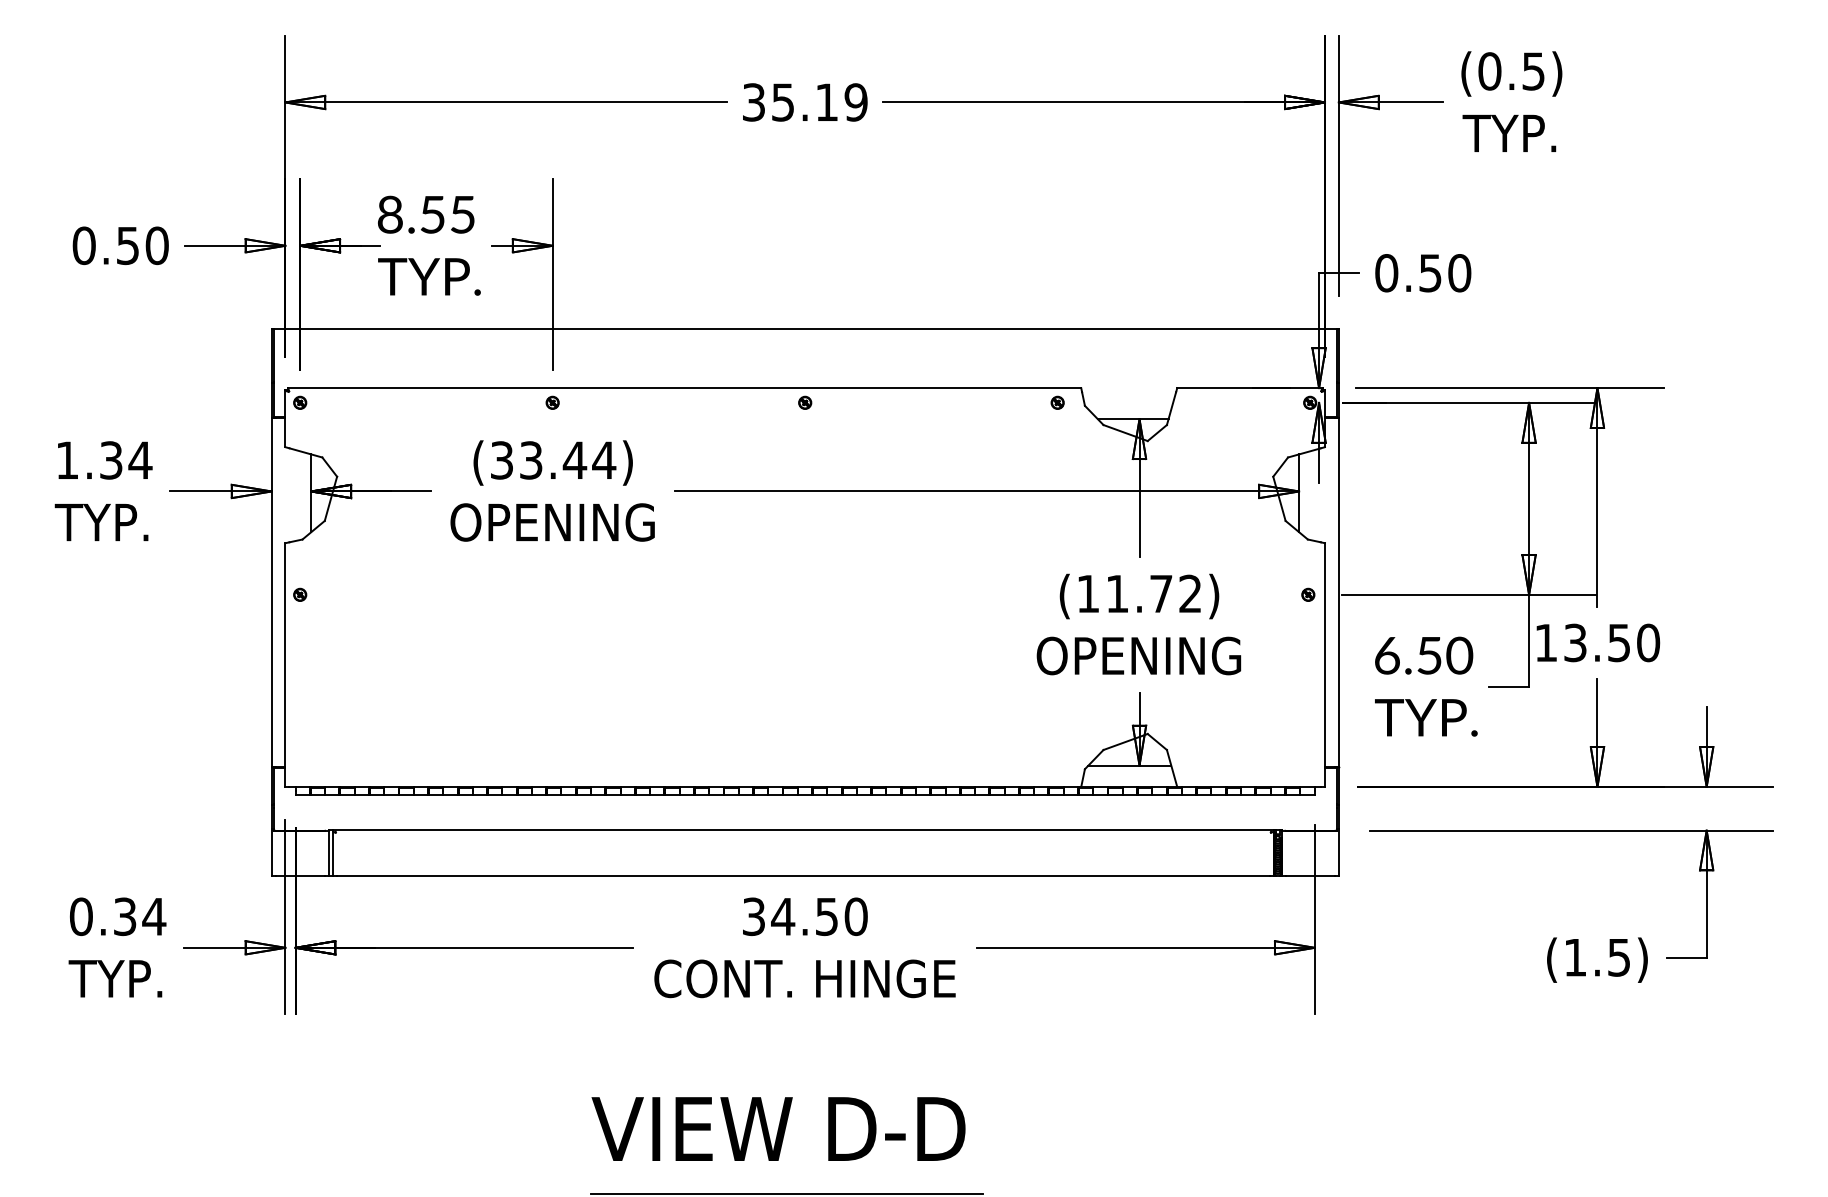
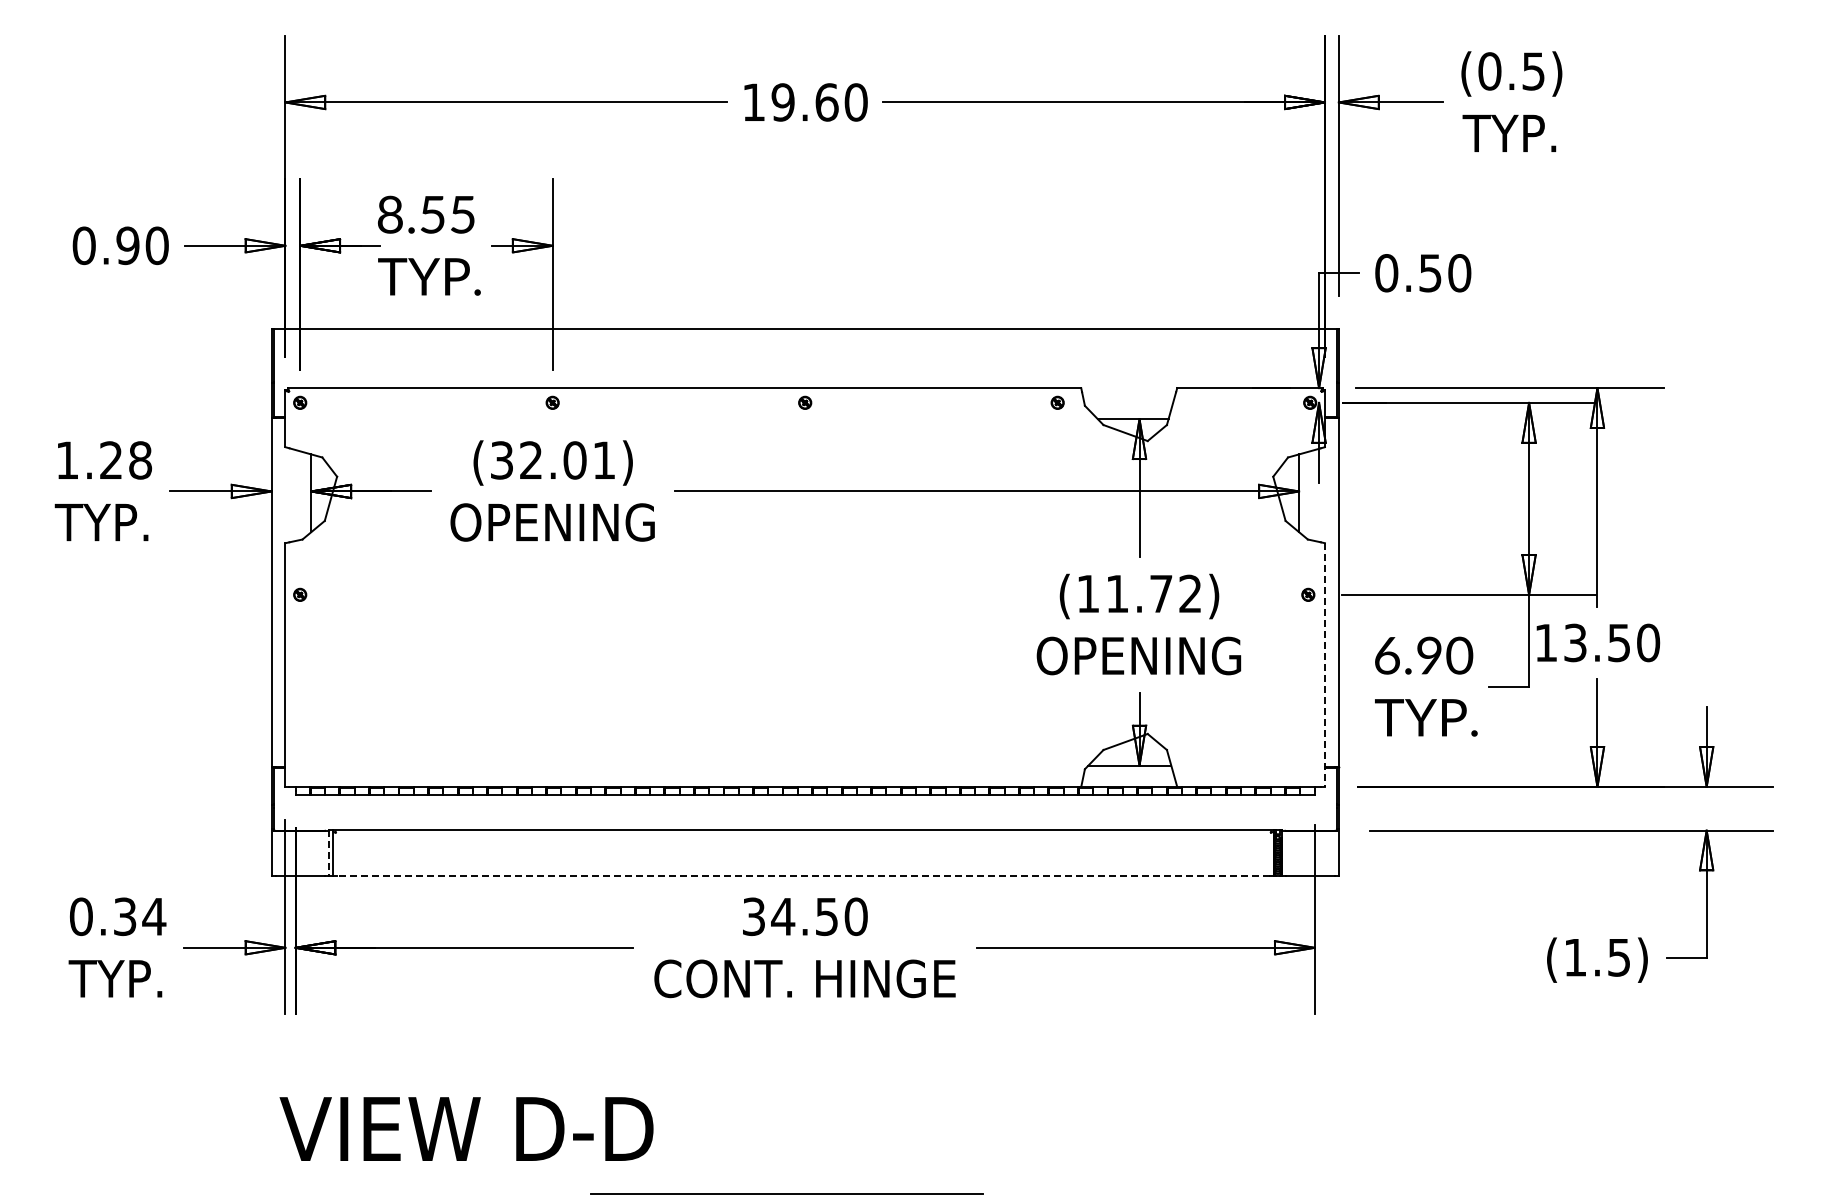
text at (805, 102): 35.19 -> 19.60
text at (127, 245): 0.50 -> 0.90
text at (126, 460): 1.34 -> 1.28
text at (568, 460): (33.44) -> (32.01)
text at (1429, 655): 6.50 -> 6.90
line at (1324, 665): solid -> dashed
line at (328, 852): solid -> dashed
line at (803, 875): solid -> dashed
text at (778, 1128) position: (778, 1128) -> (466, 1128)
